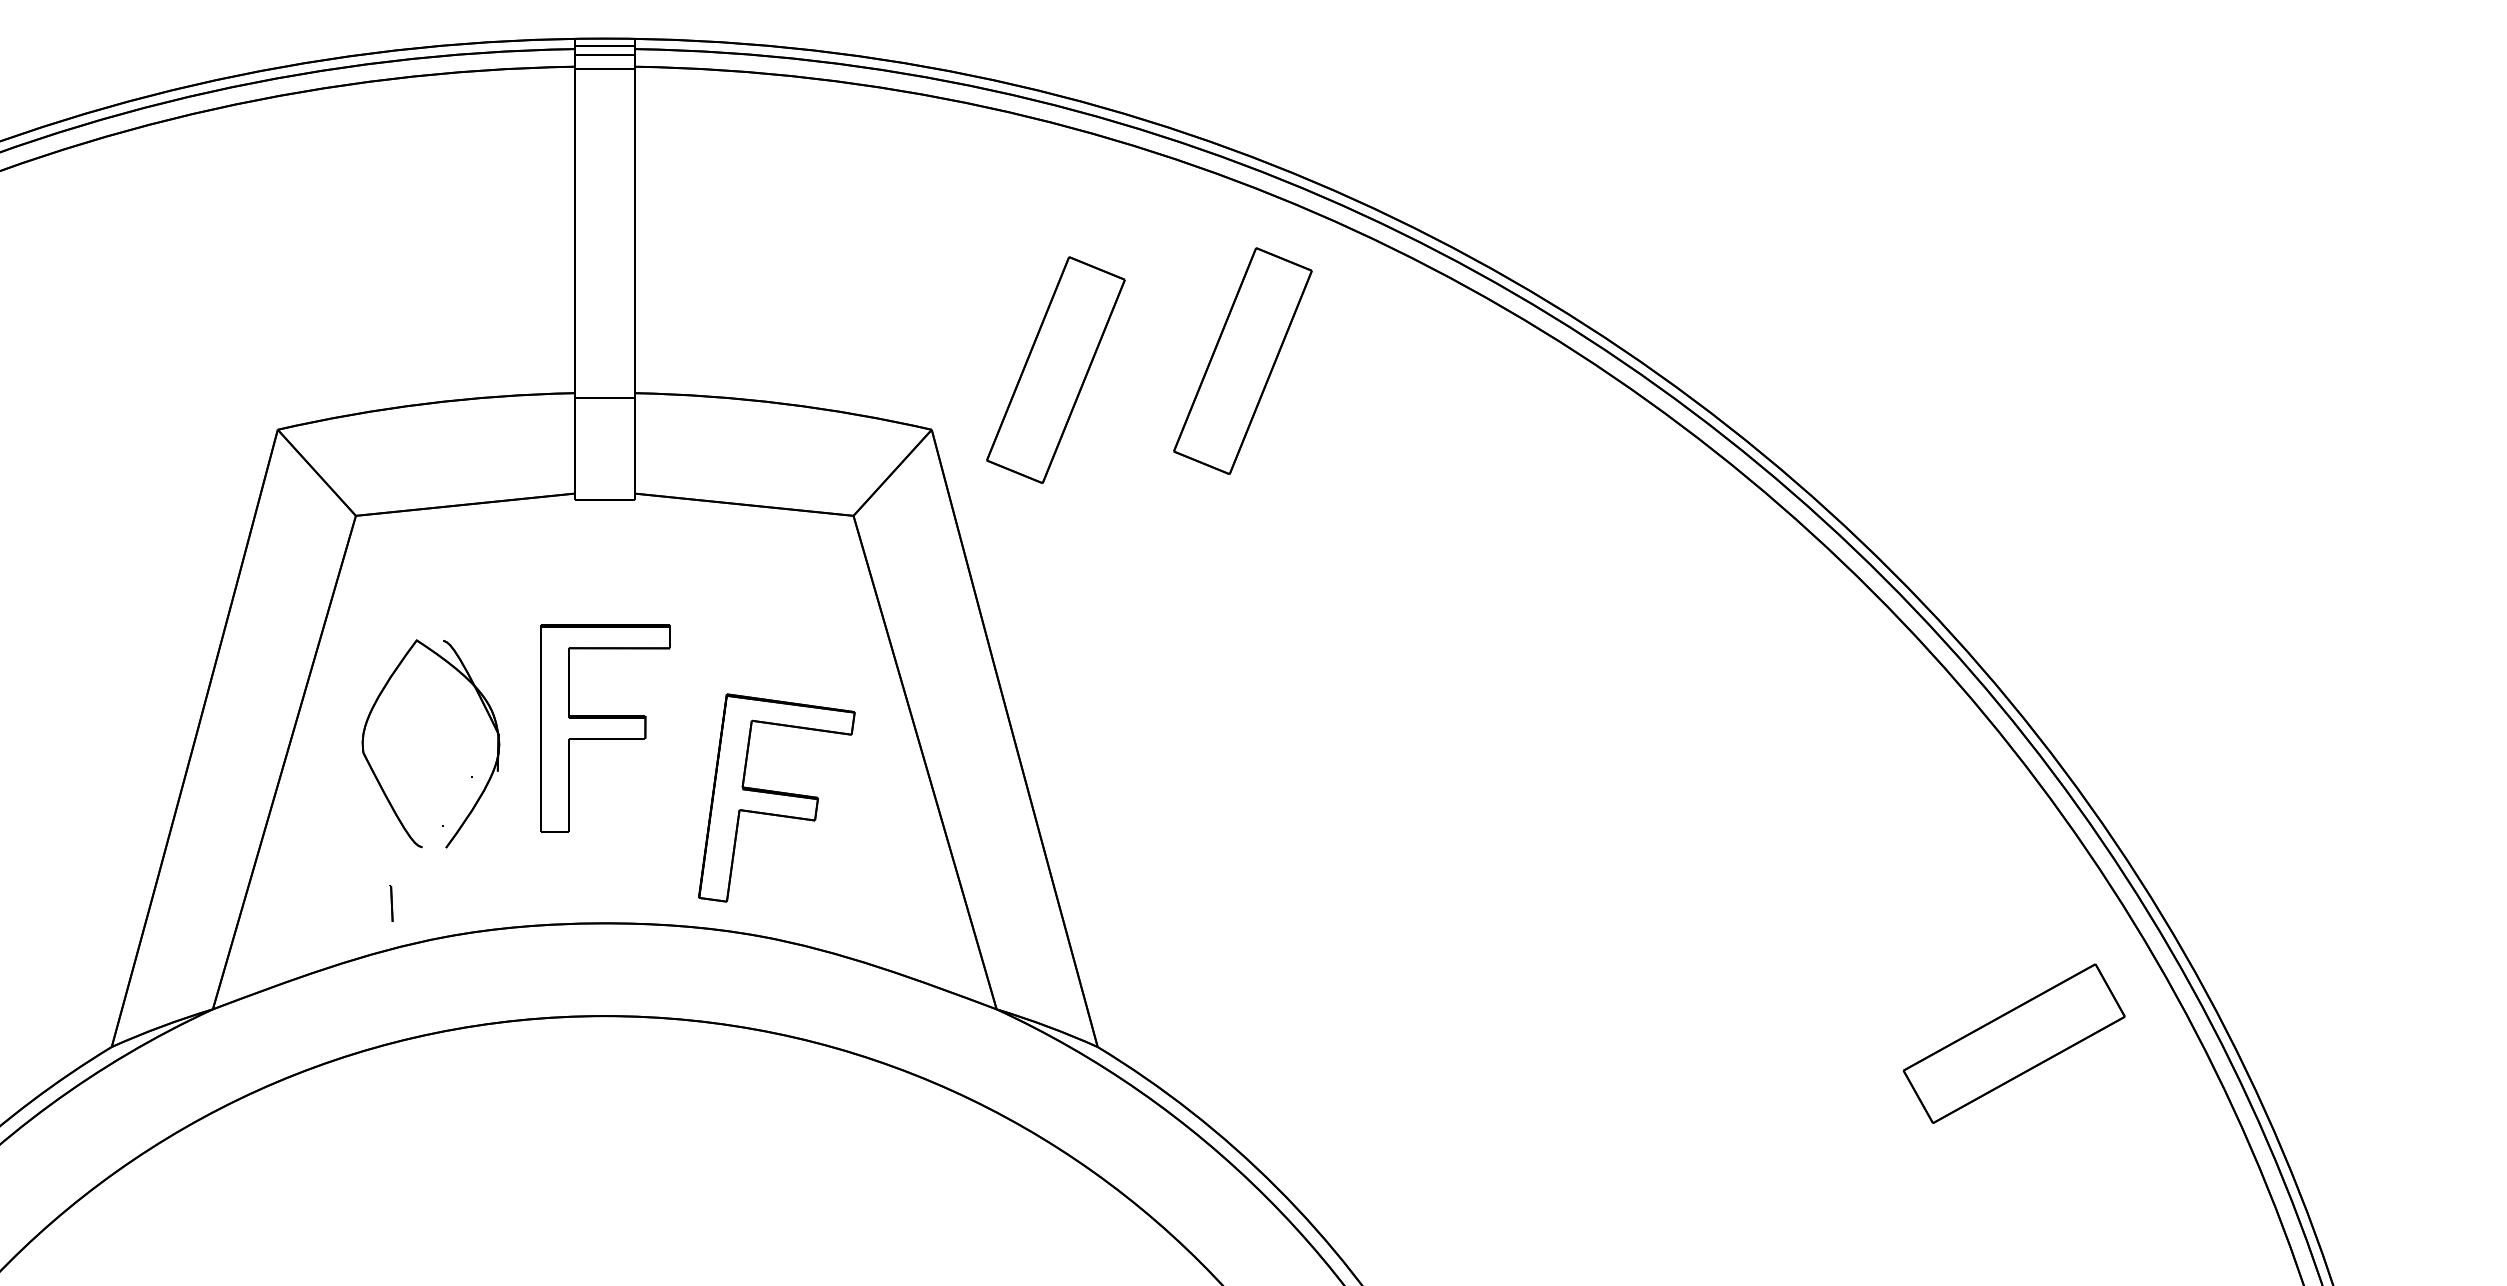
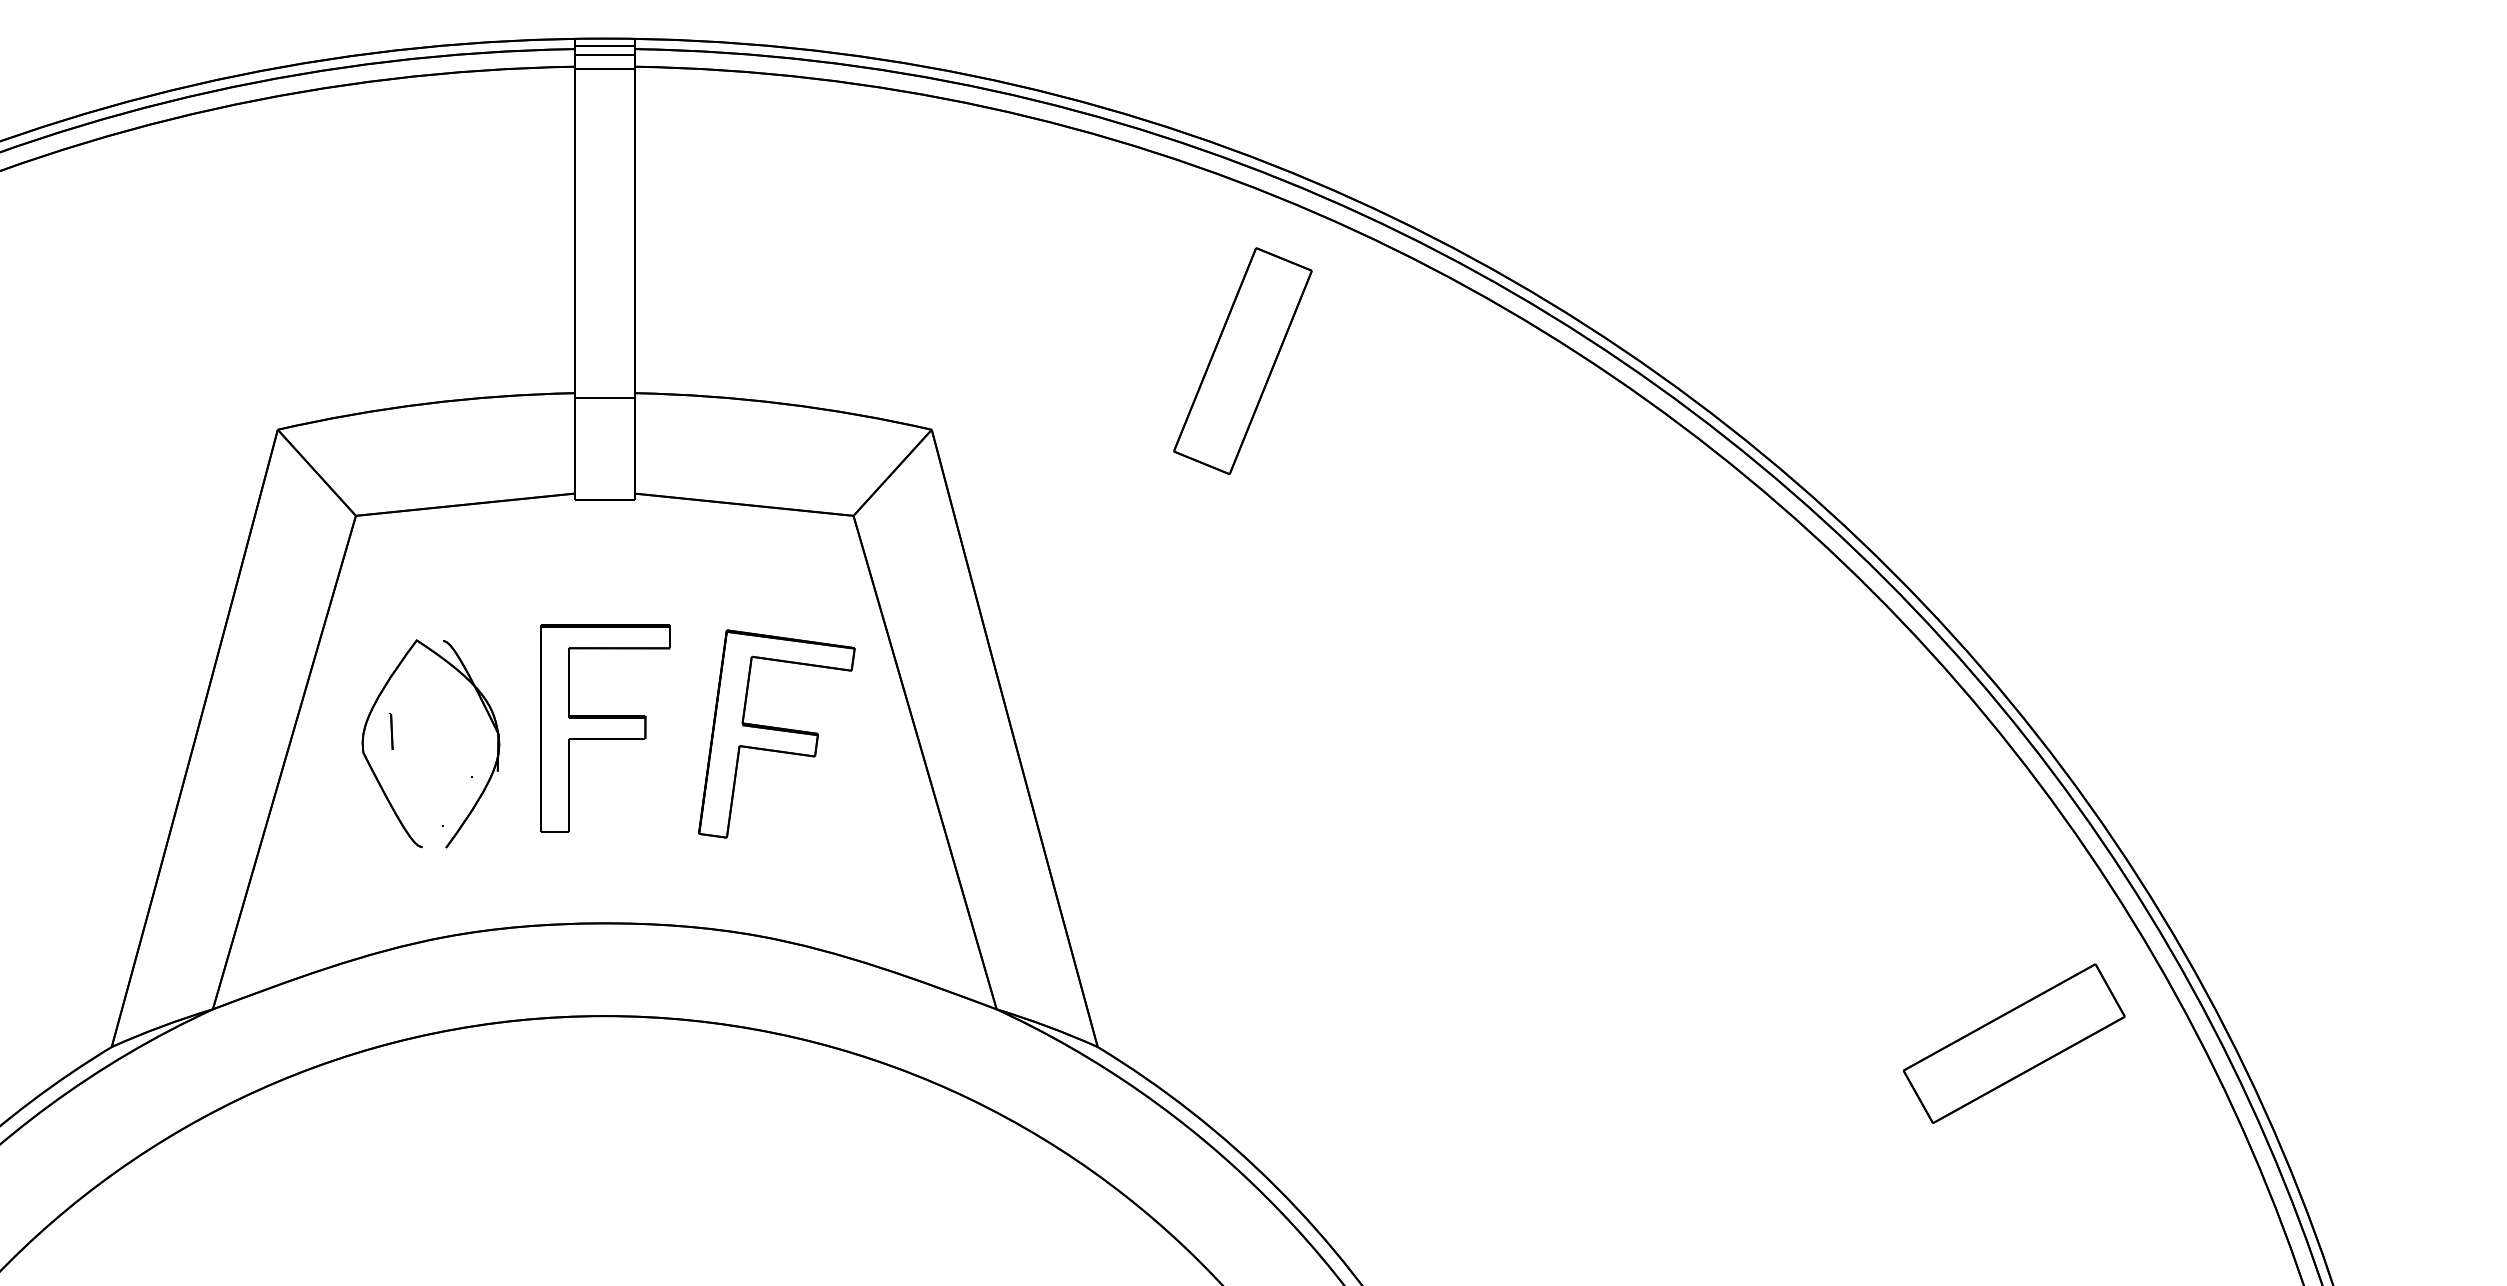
part at (1055, 369): present -> none
part at (776, 797) position: (776, 797) -> (776, 733)
line at (391, 903) position: (391, 903) -> (391, 731)
